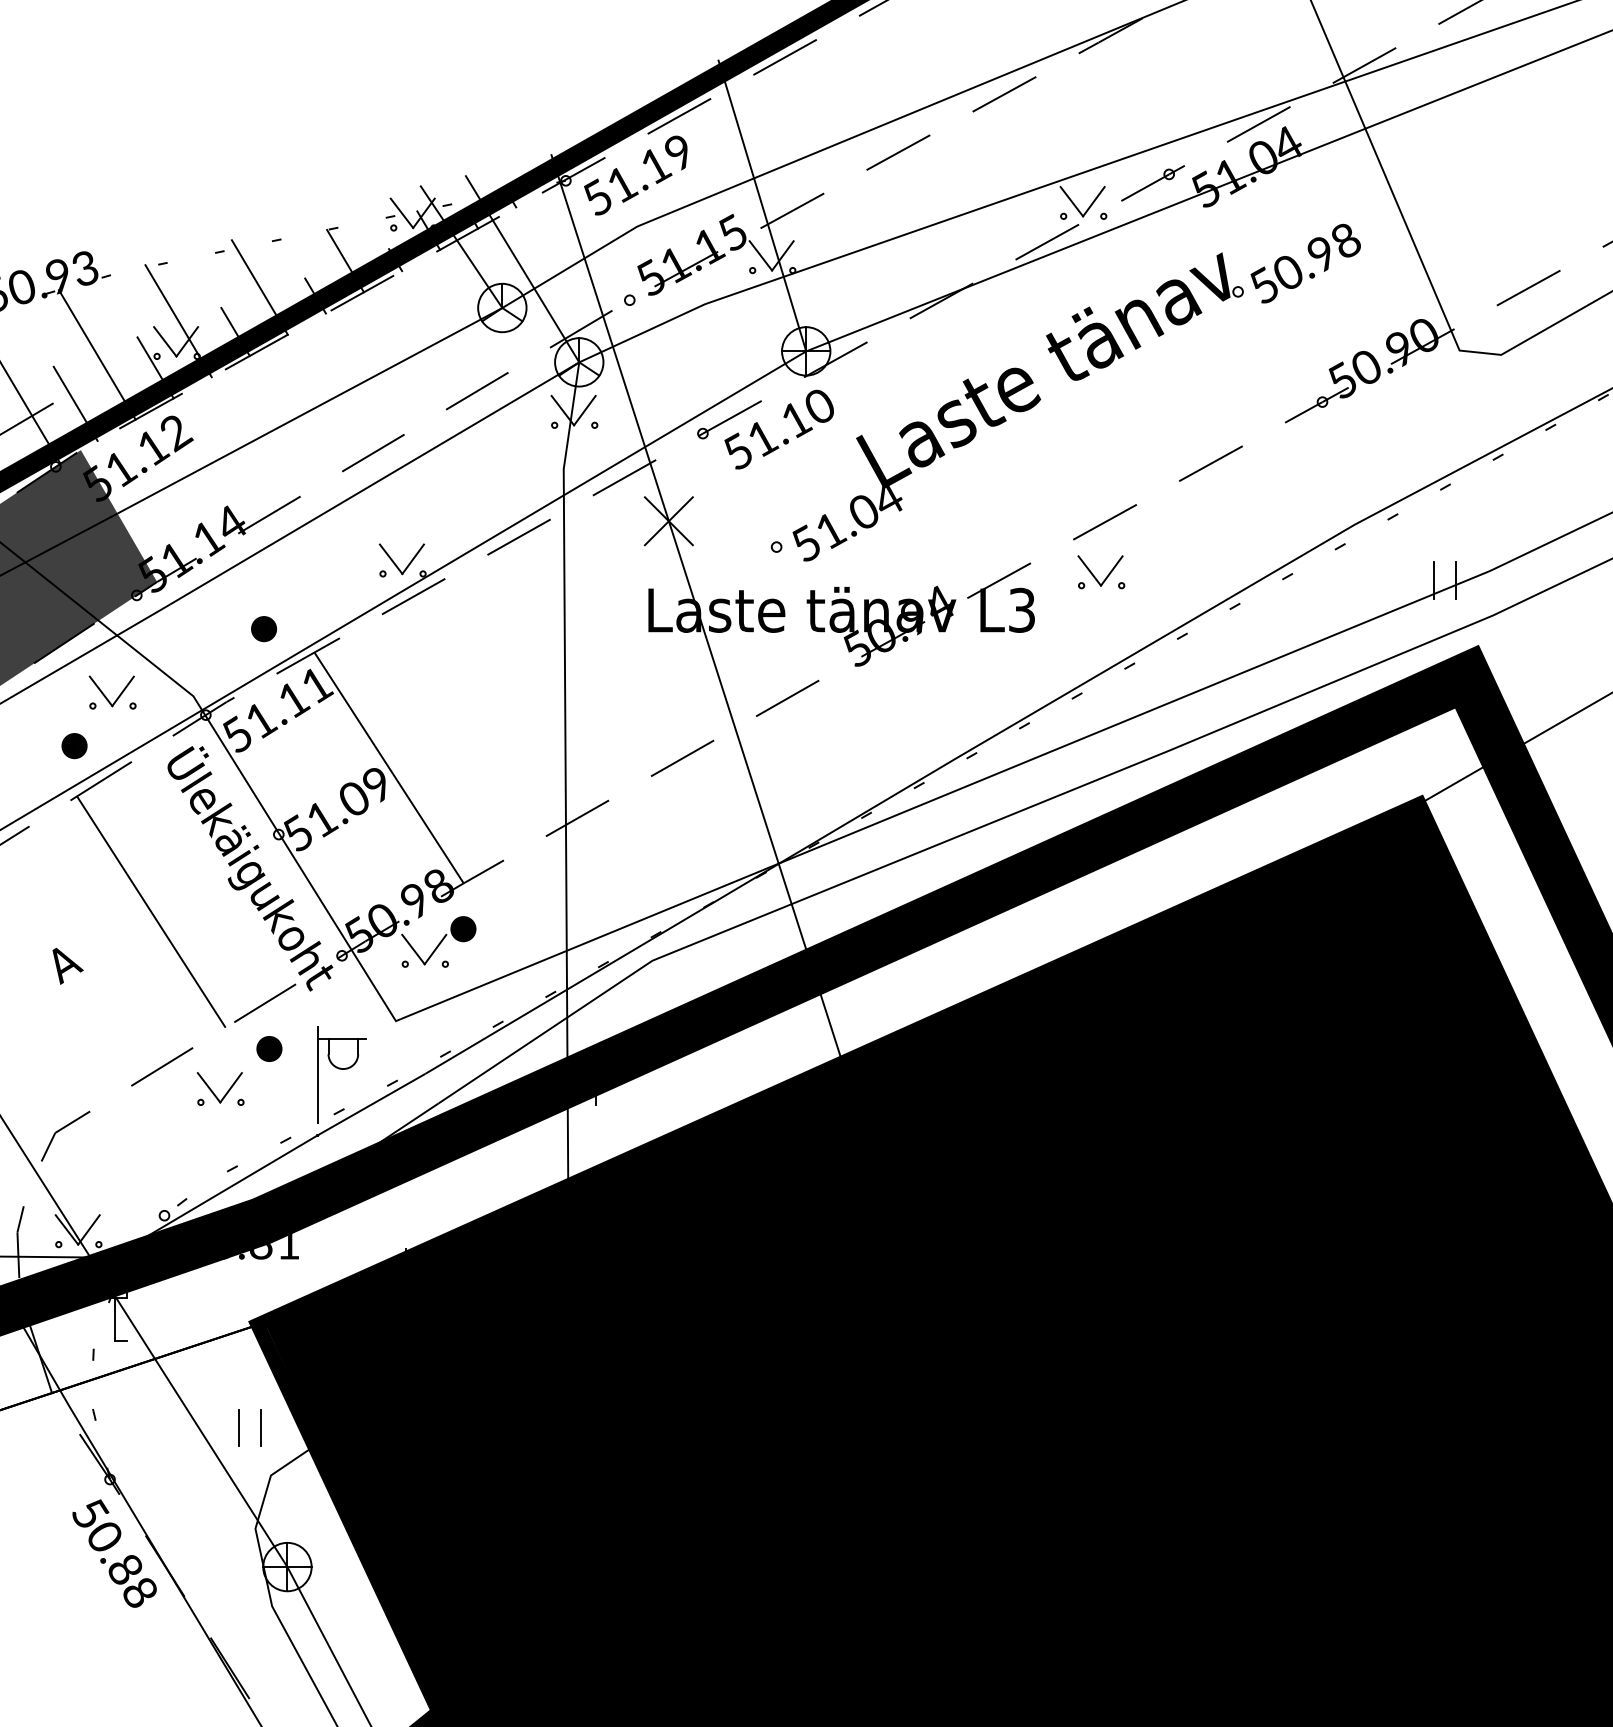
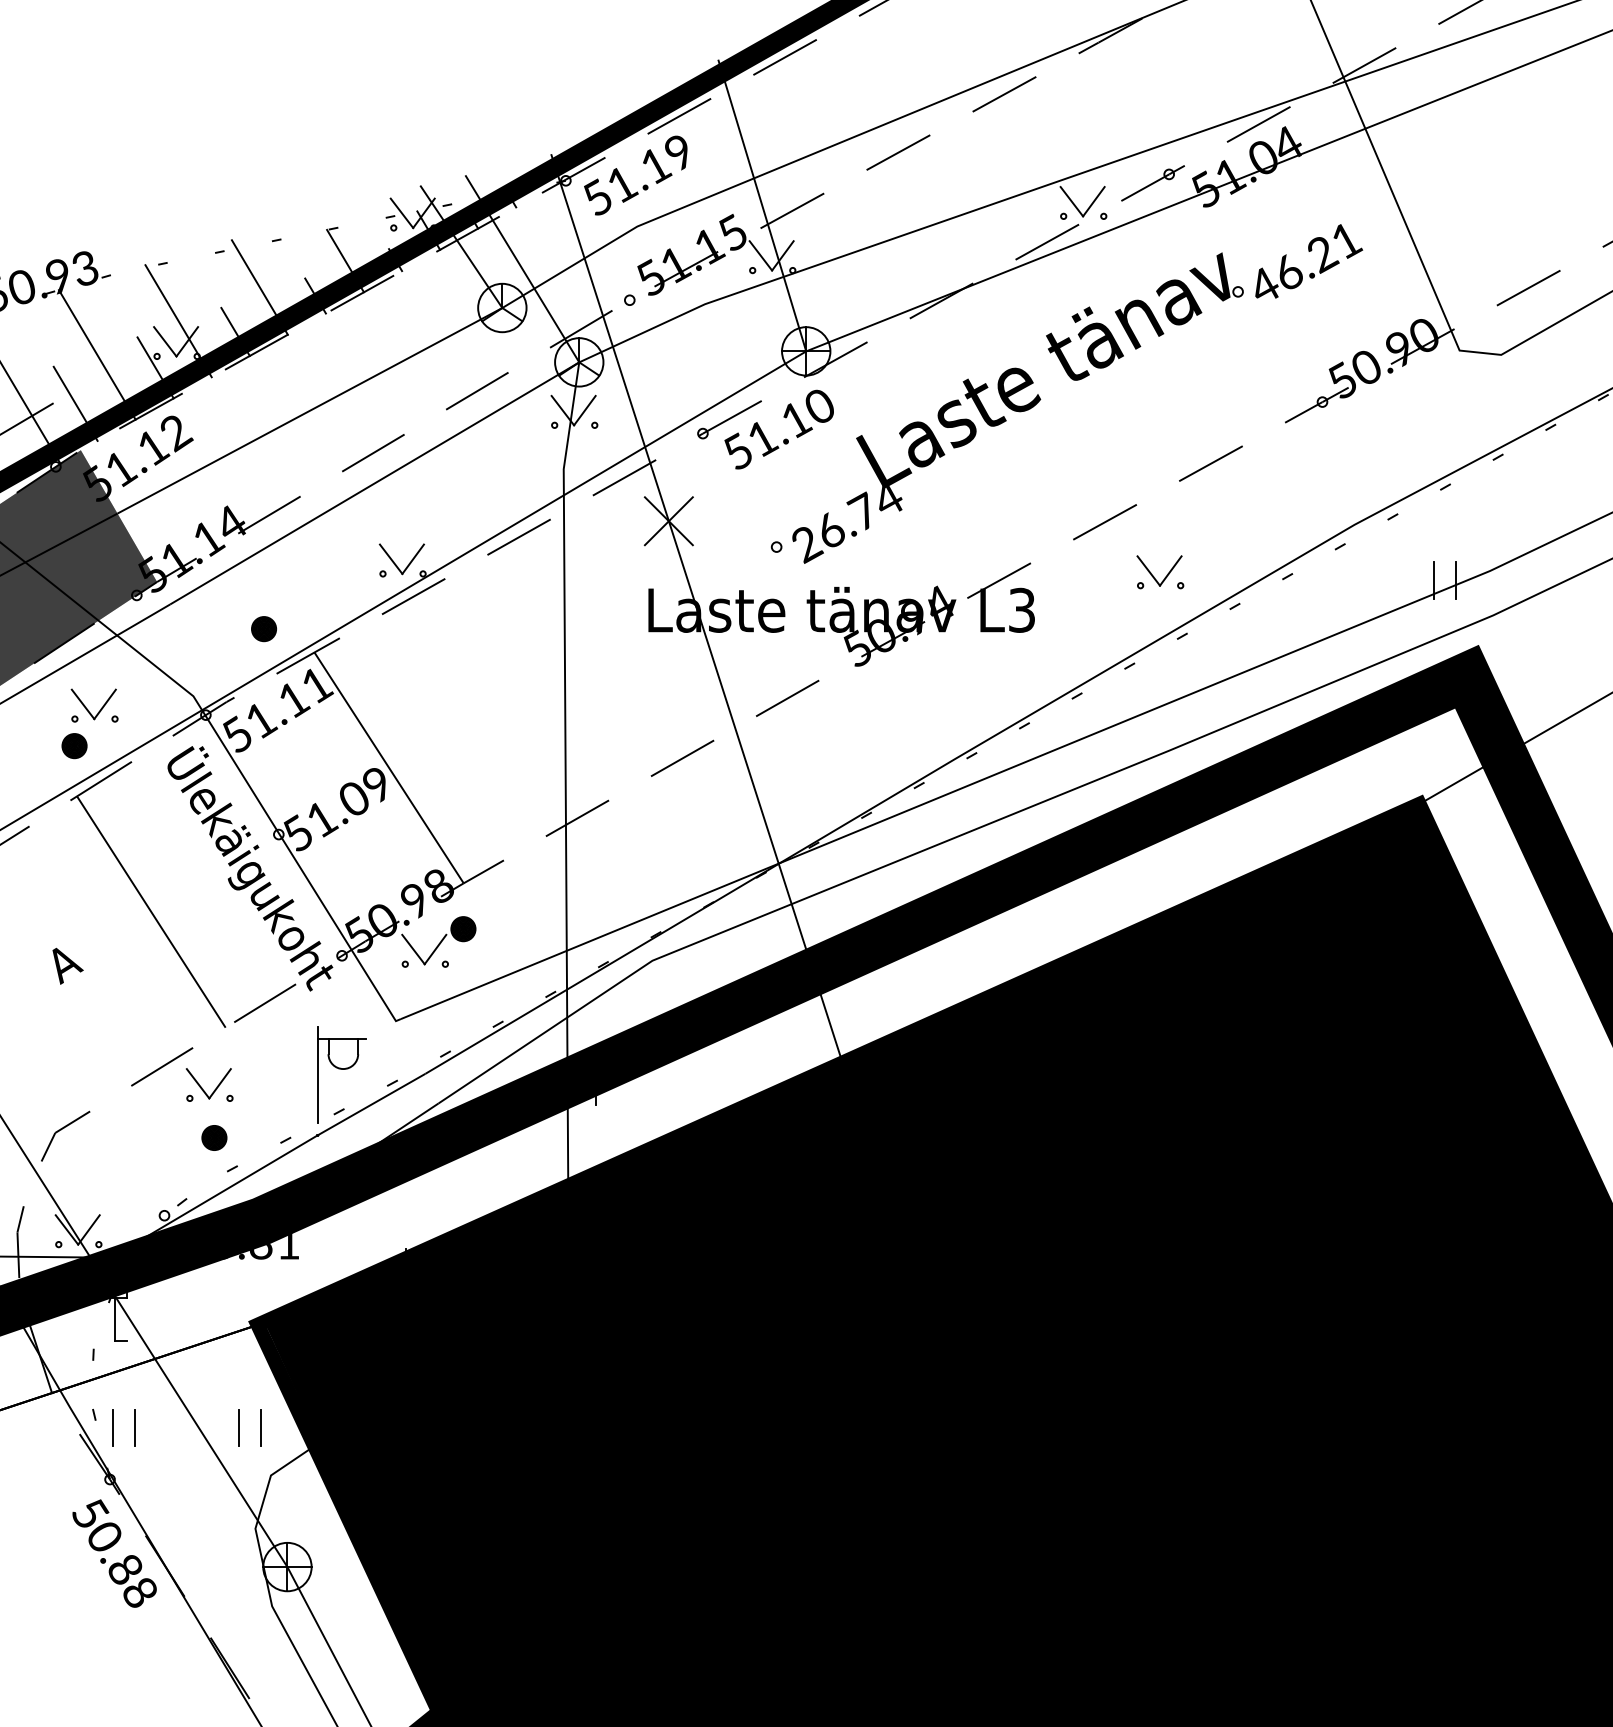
text at (1306, 263): 50.98 -> 46.21
text at (835, 527): 51.04 -> 26.74
part at (1106, 576) position: (1106, 576) -> (1165, 576)
part at (118, 695) position: (118, 695) -> (100, 708)
part at (269, 1048) position: (269, 1048) -> (214, 1137)
part at (225, 1093) position: (225, 1093) -> (214, 1089)
part at (113, 1427): none -> present
